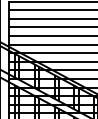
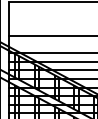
line at (51, 10): present -> none
line at (51, 18): present -> none
line at (51, 27): present -> none
line at (51, 44): present -> none
